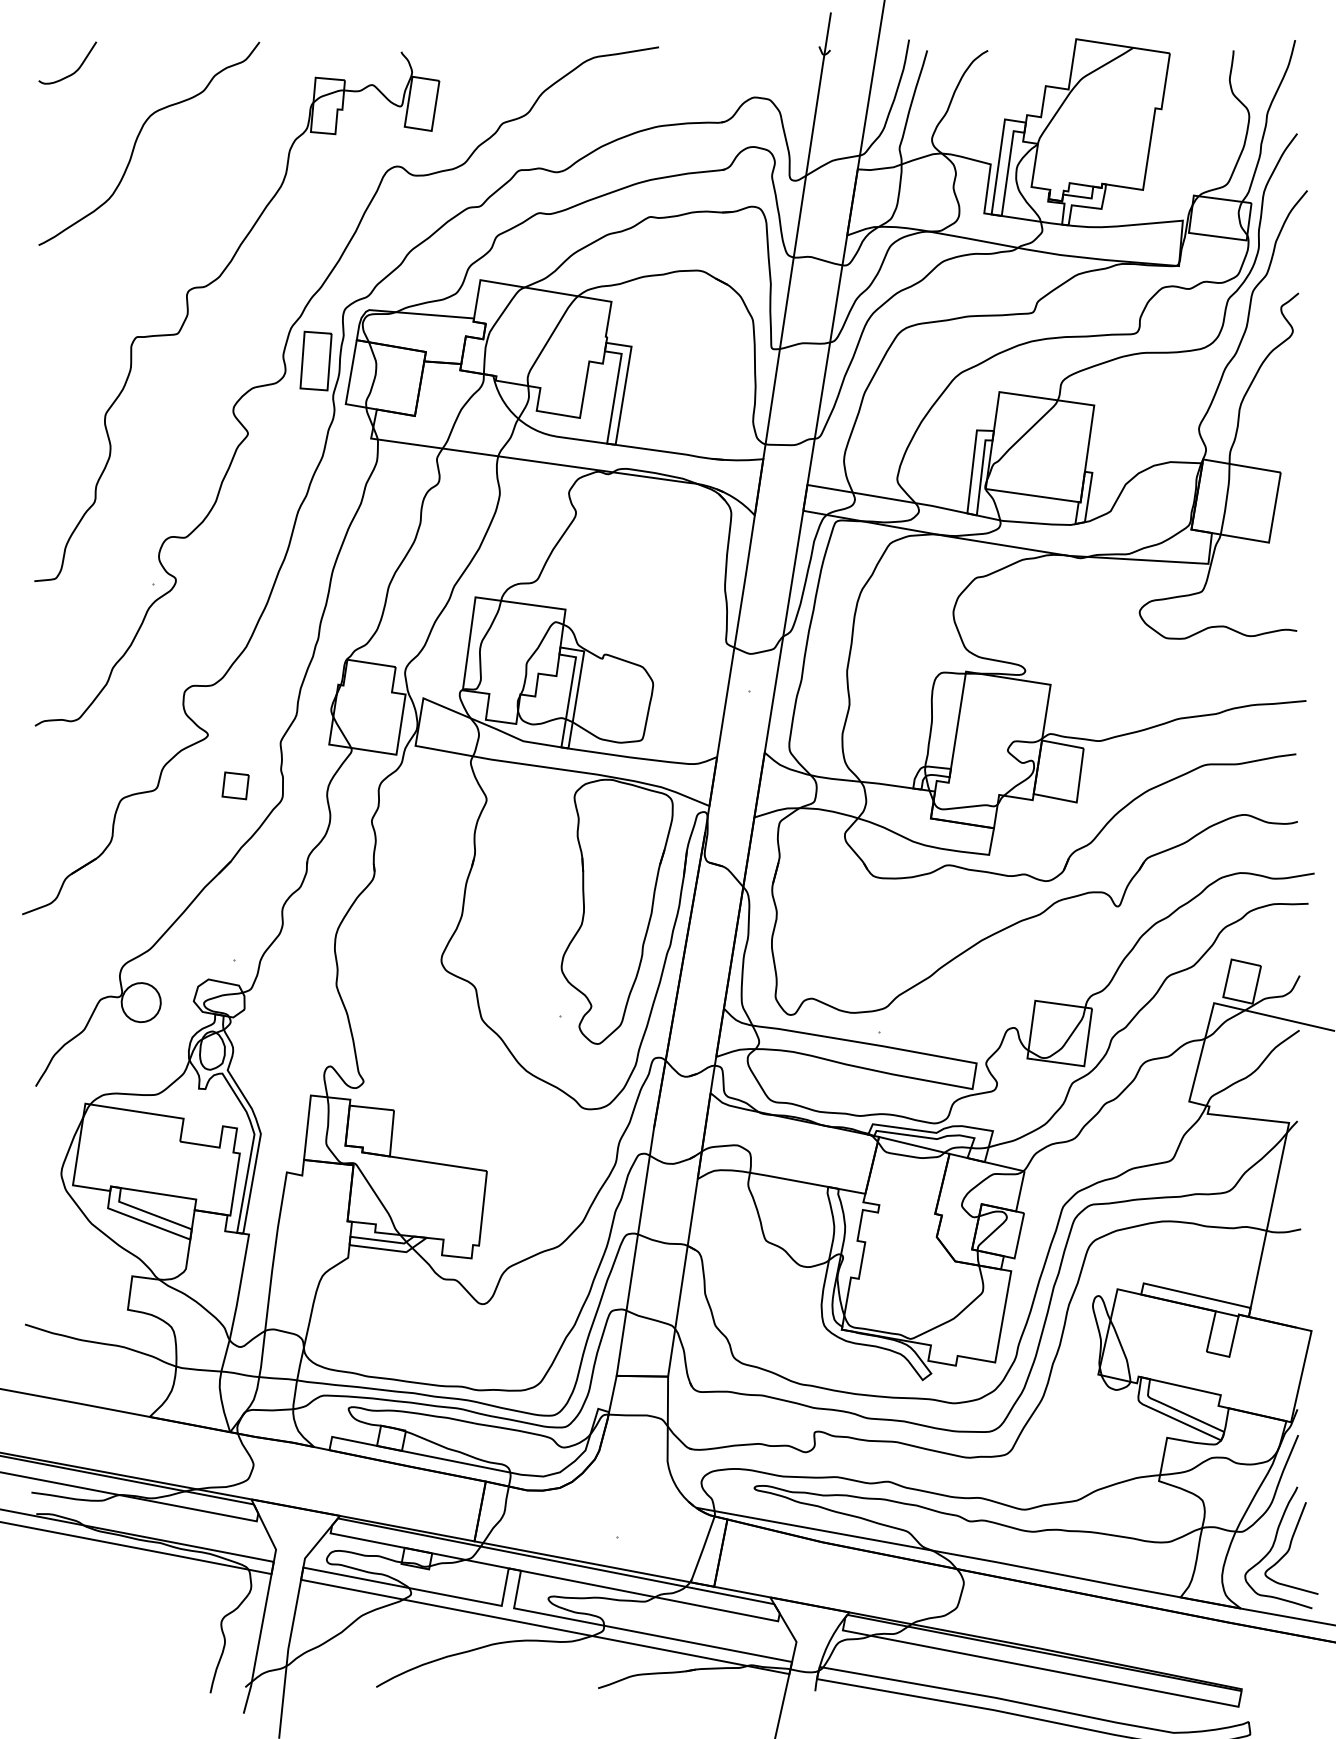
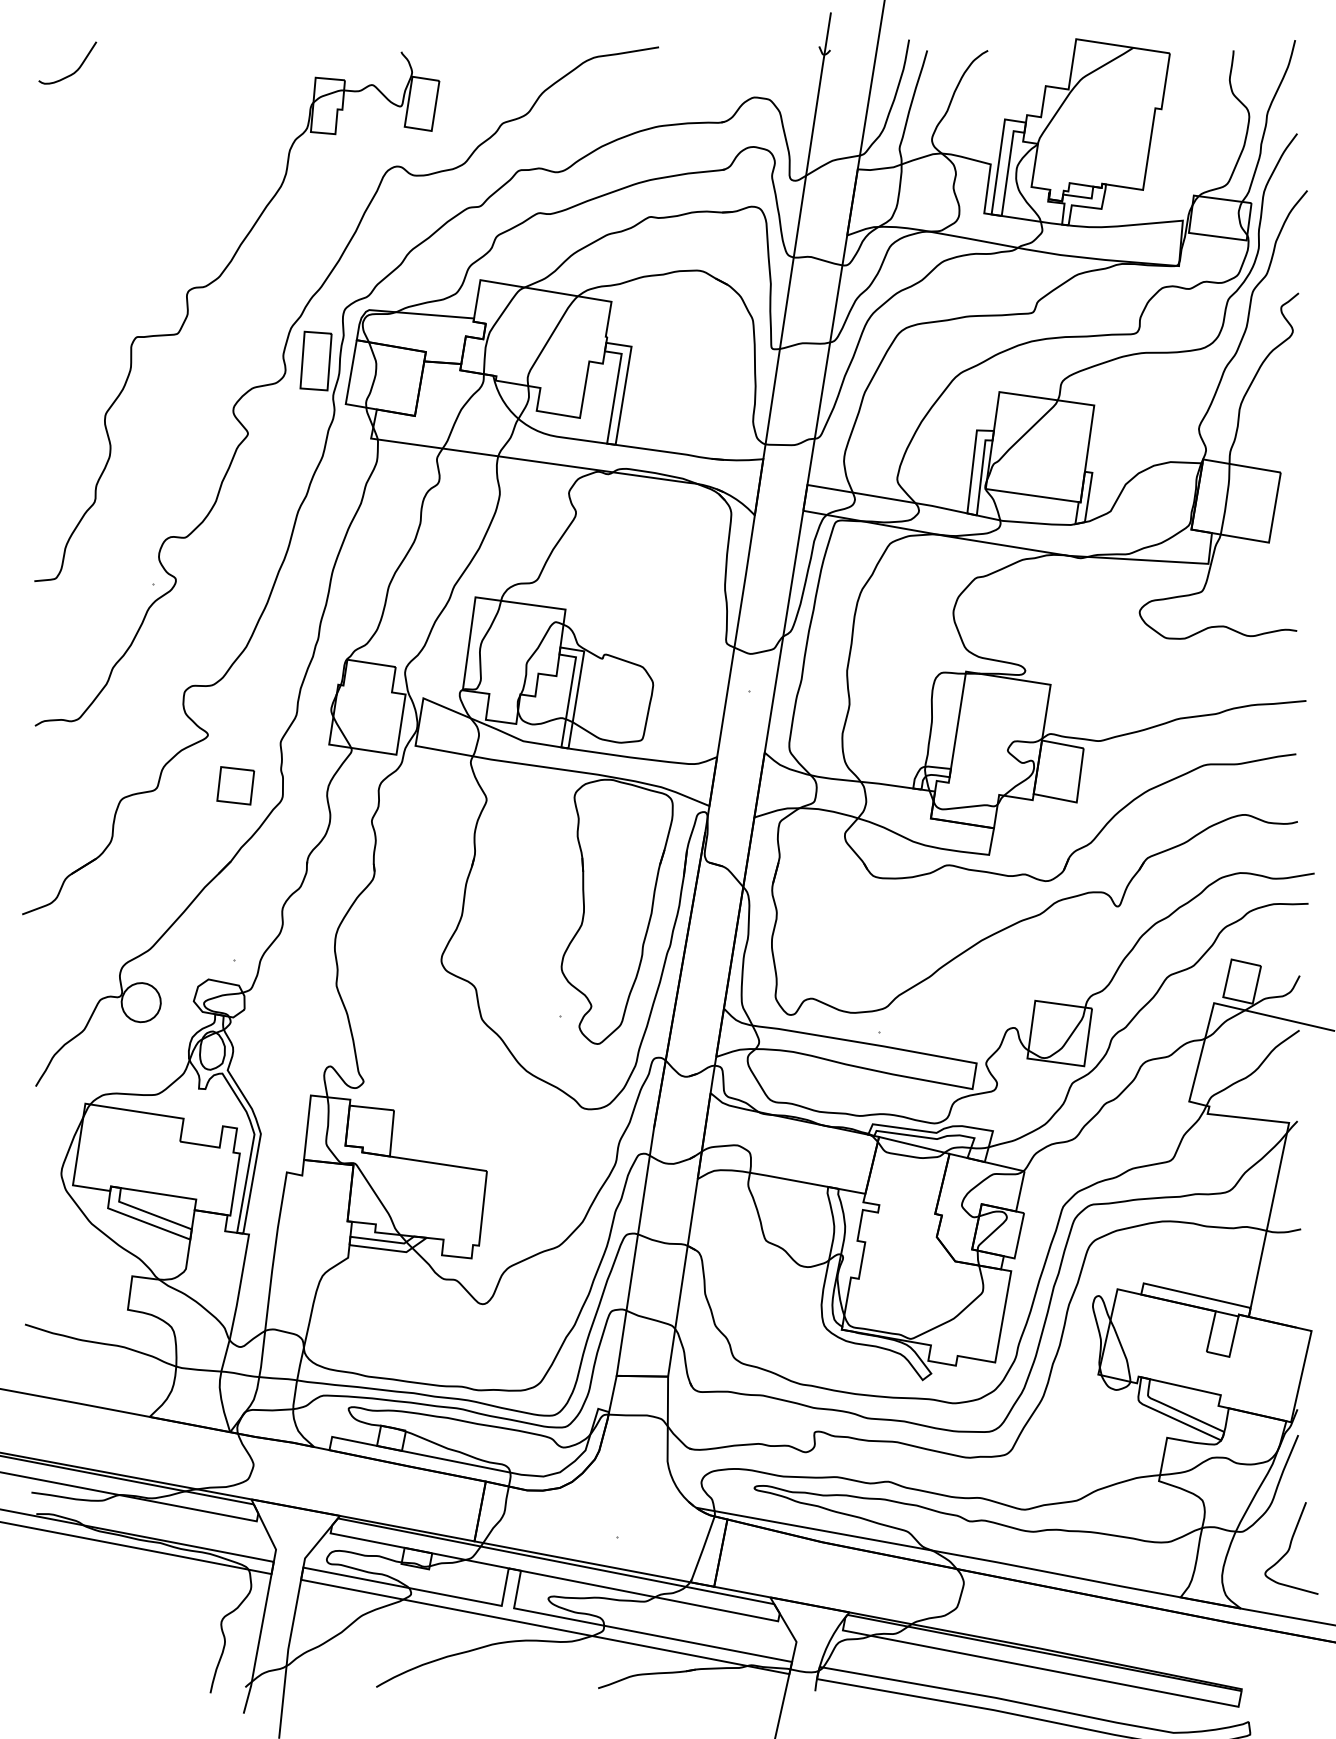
curve at (137, 140): present -> none
part at (235, 785) size: 29x30 px -> 40x40 px
curve at (1274, 1545): present -> none
